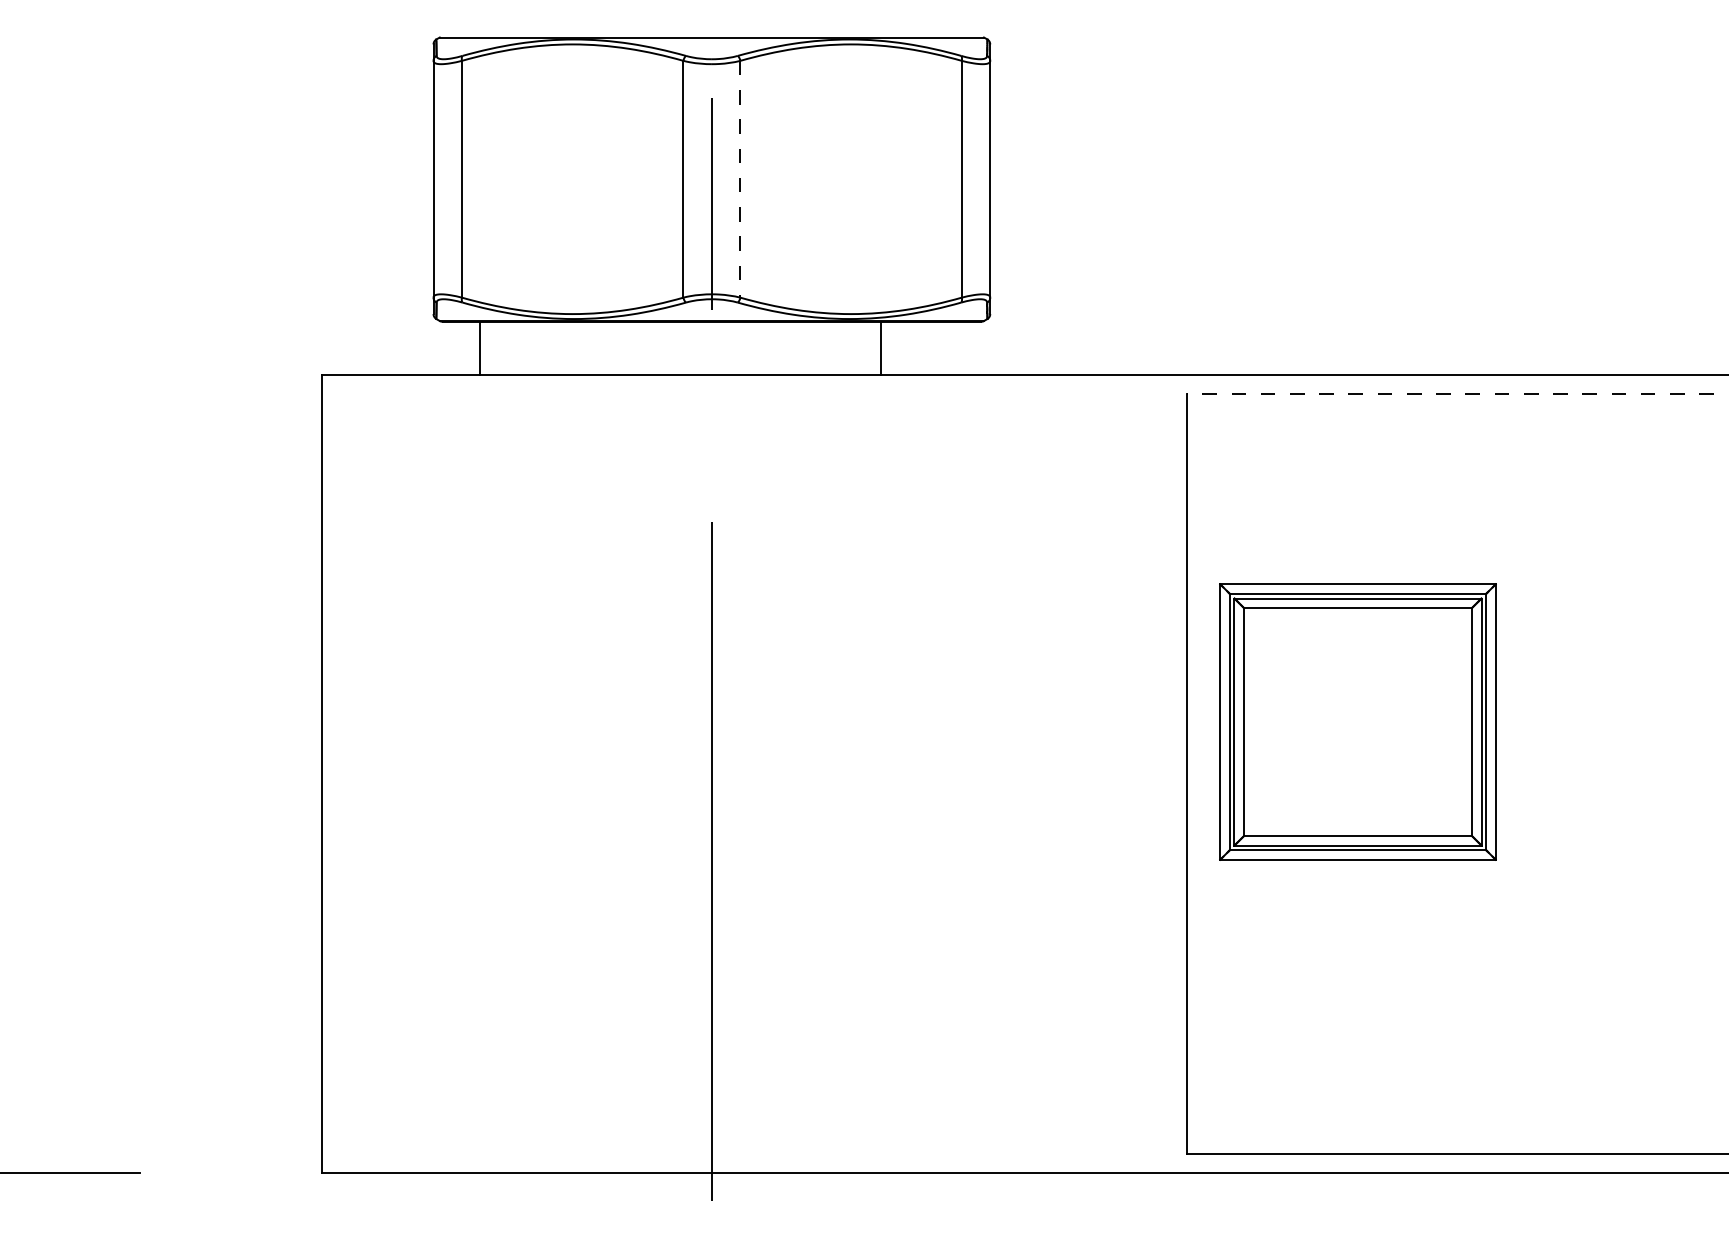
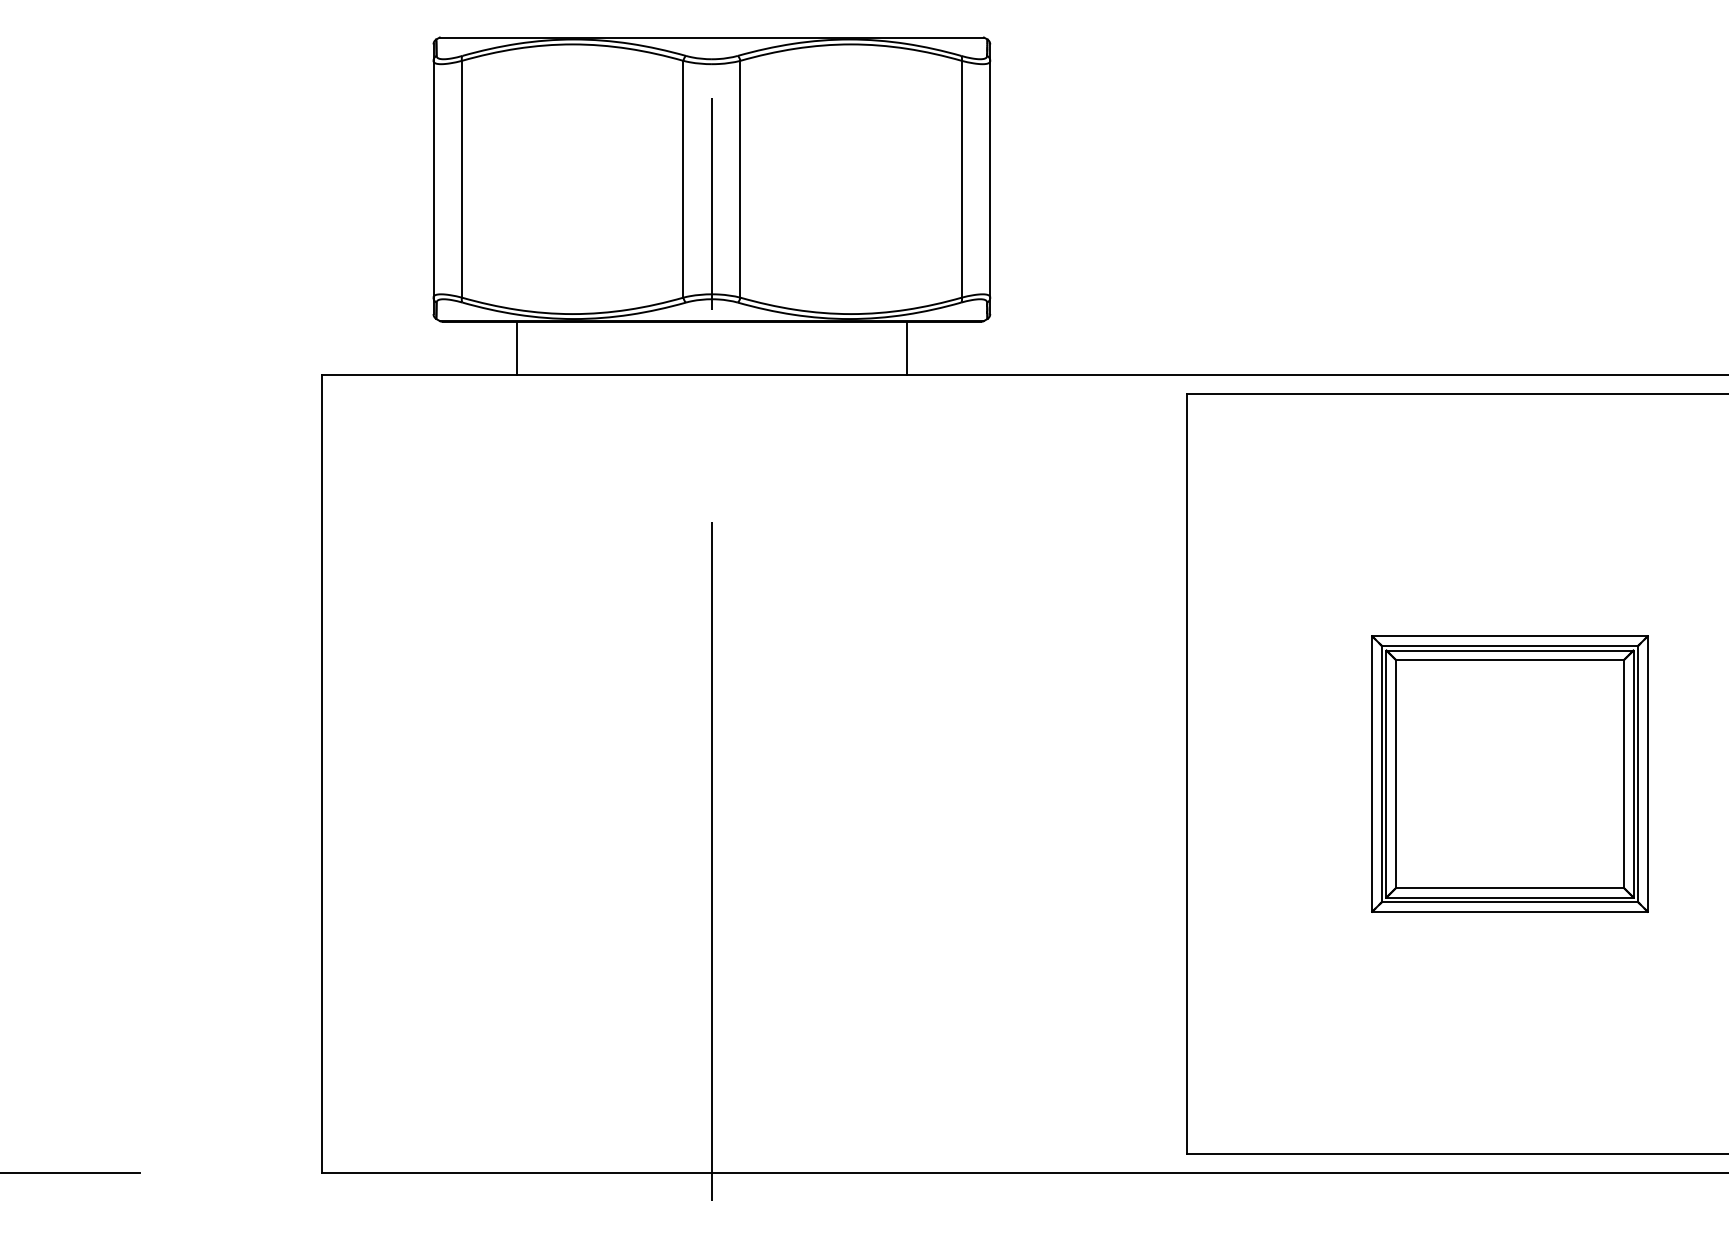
line at (740, 179): dashed -> solid
line at (480, 347) position: (480, 347) -> (517, 347)
line at (880, 347) position: (880, 347) -> (906, 347)
line at (1457, 393): dashed -> solid
part at (1357, 721) position: (1357, 721) -> (1509, 773)
